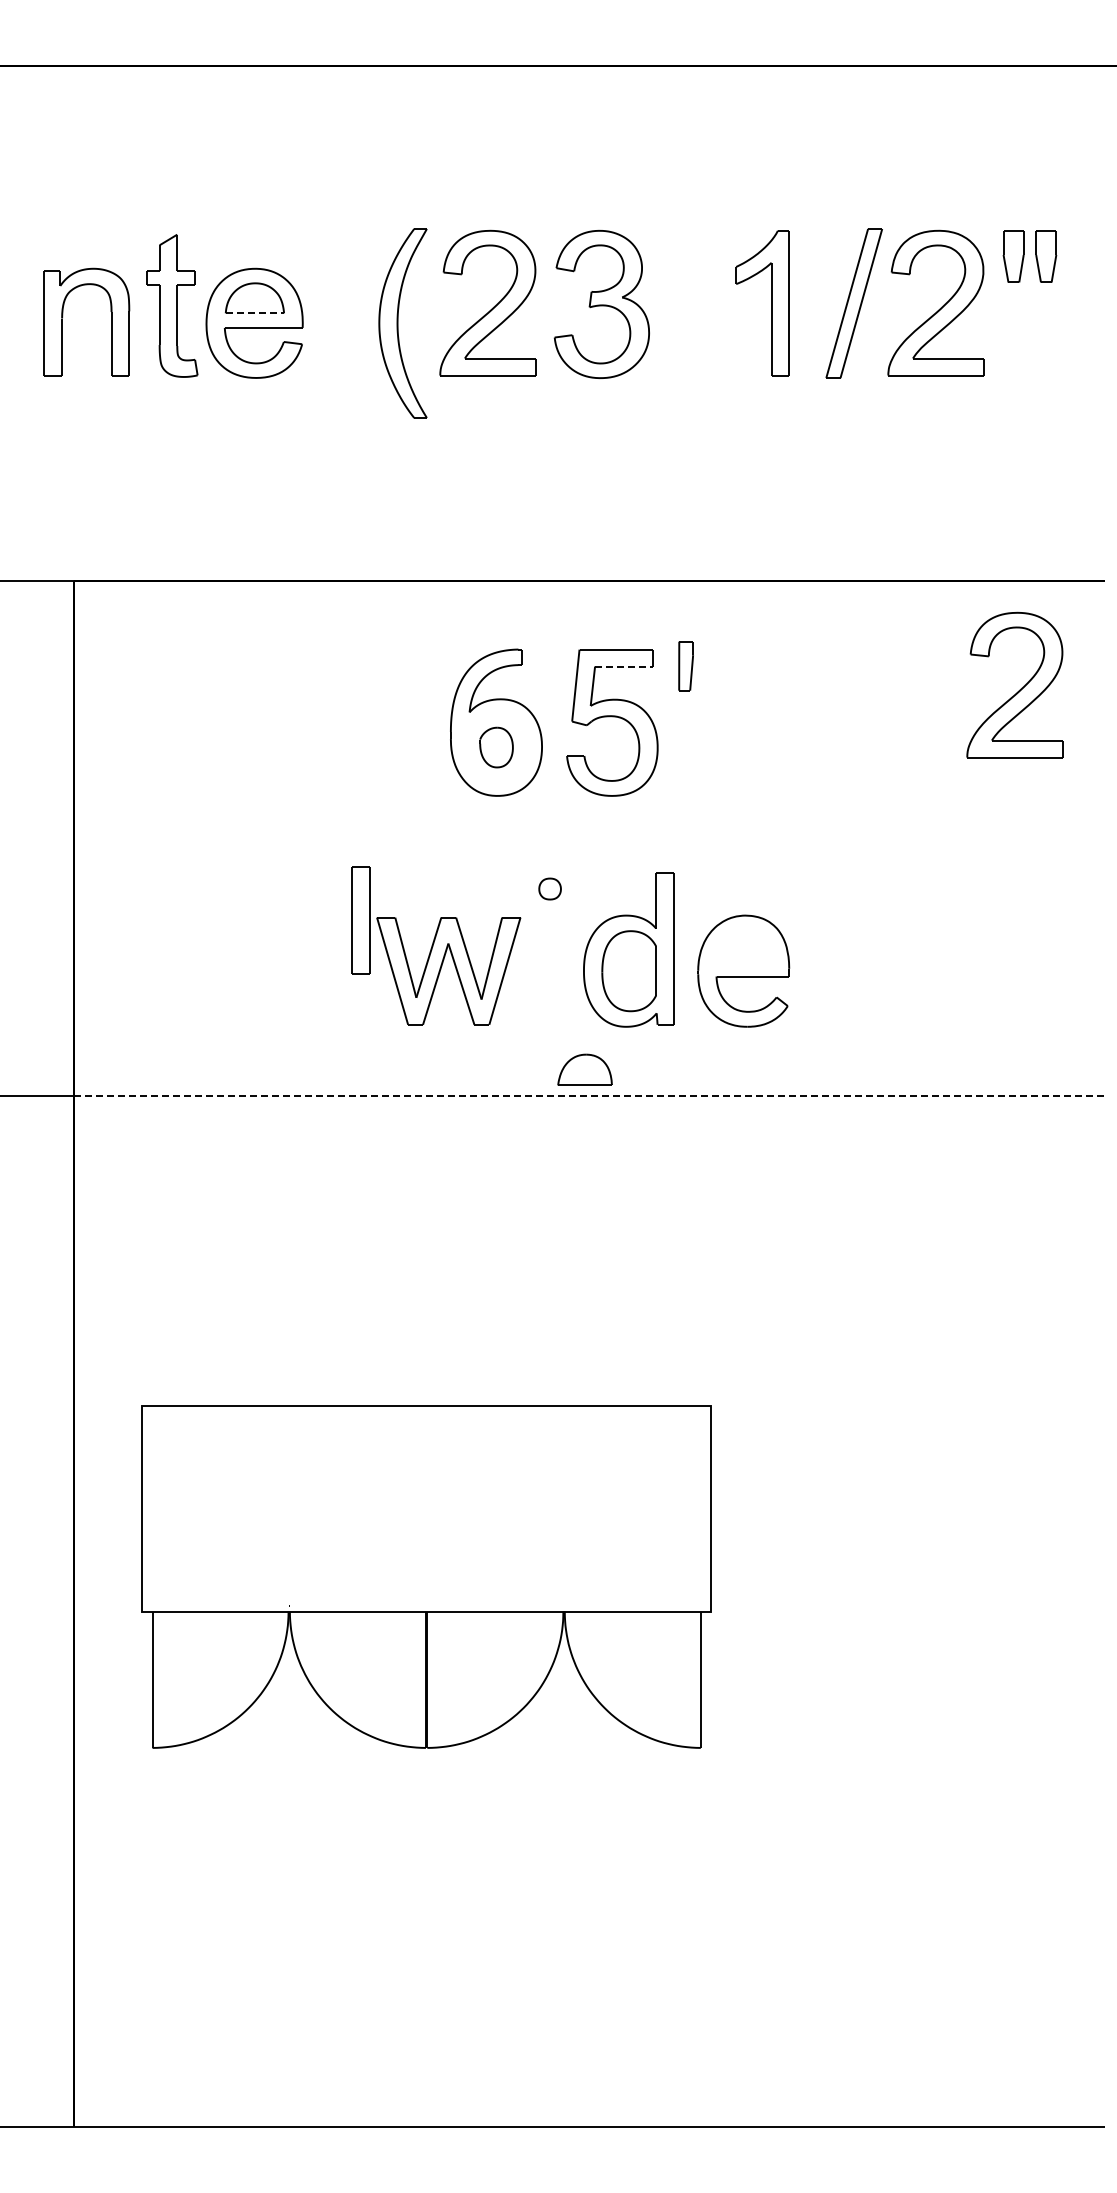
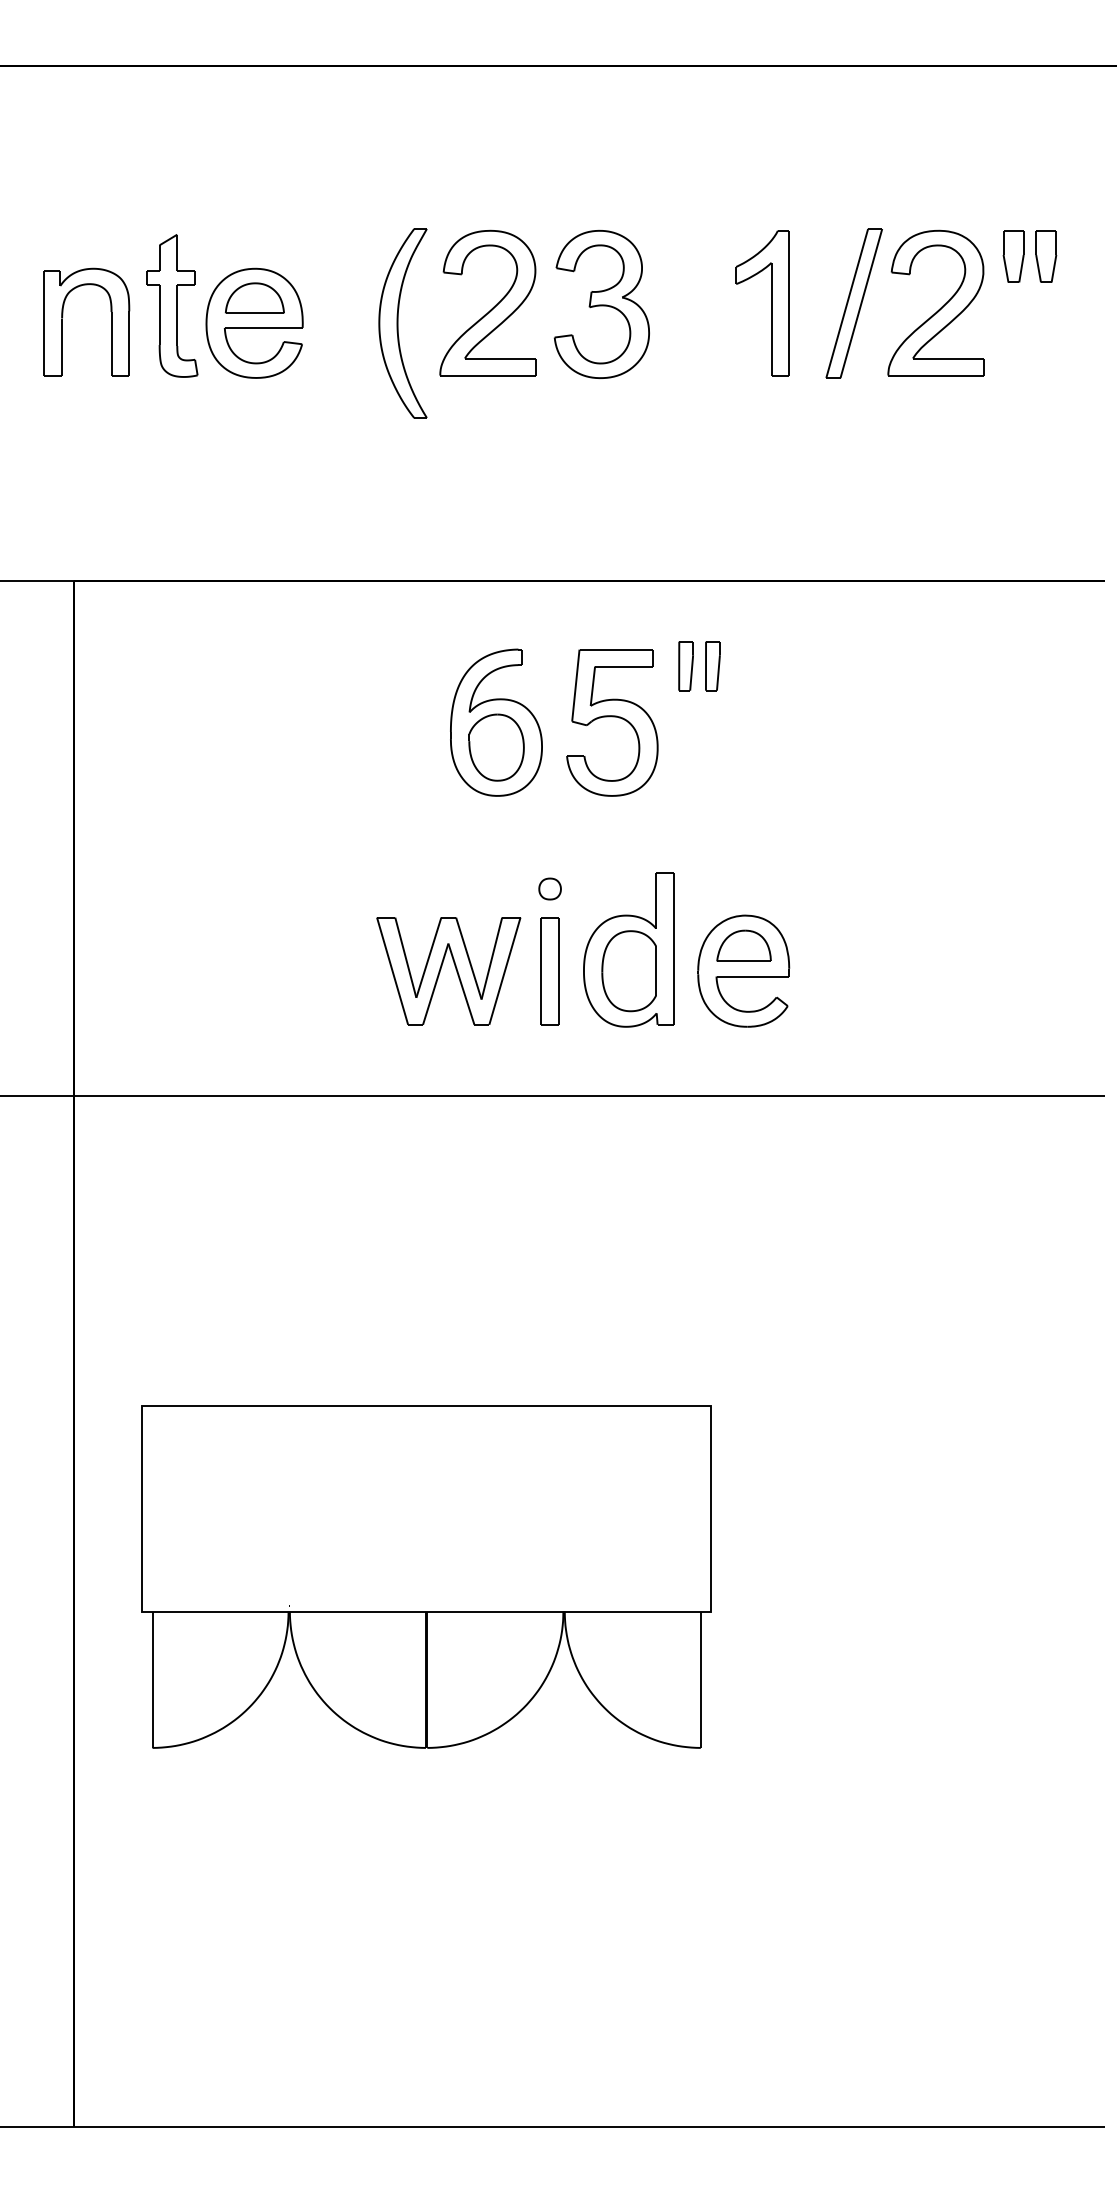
line at (255, 313): dashed -> solid
line at (624, 666): dashed -> solid
part at (712, 666): none -> present
part at (1019, 689): present -> none
part at (496, 747) size: 35x43 px -> 57x69 px
part at (360, 920) position: (360, 920) -> (549, 971)
part at (584, 1069) position: (584, 1069) -> (743, 945)
line at (589, 1096): dashed -> solid
